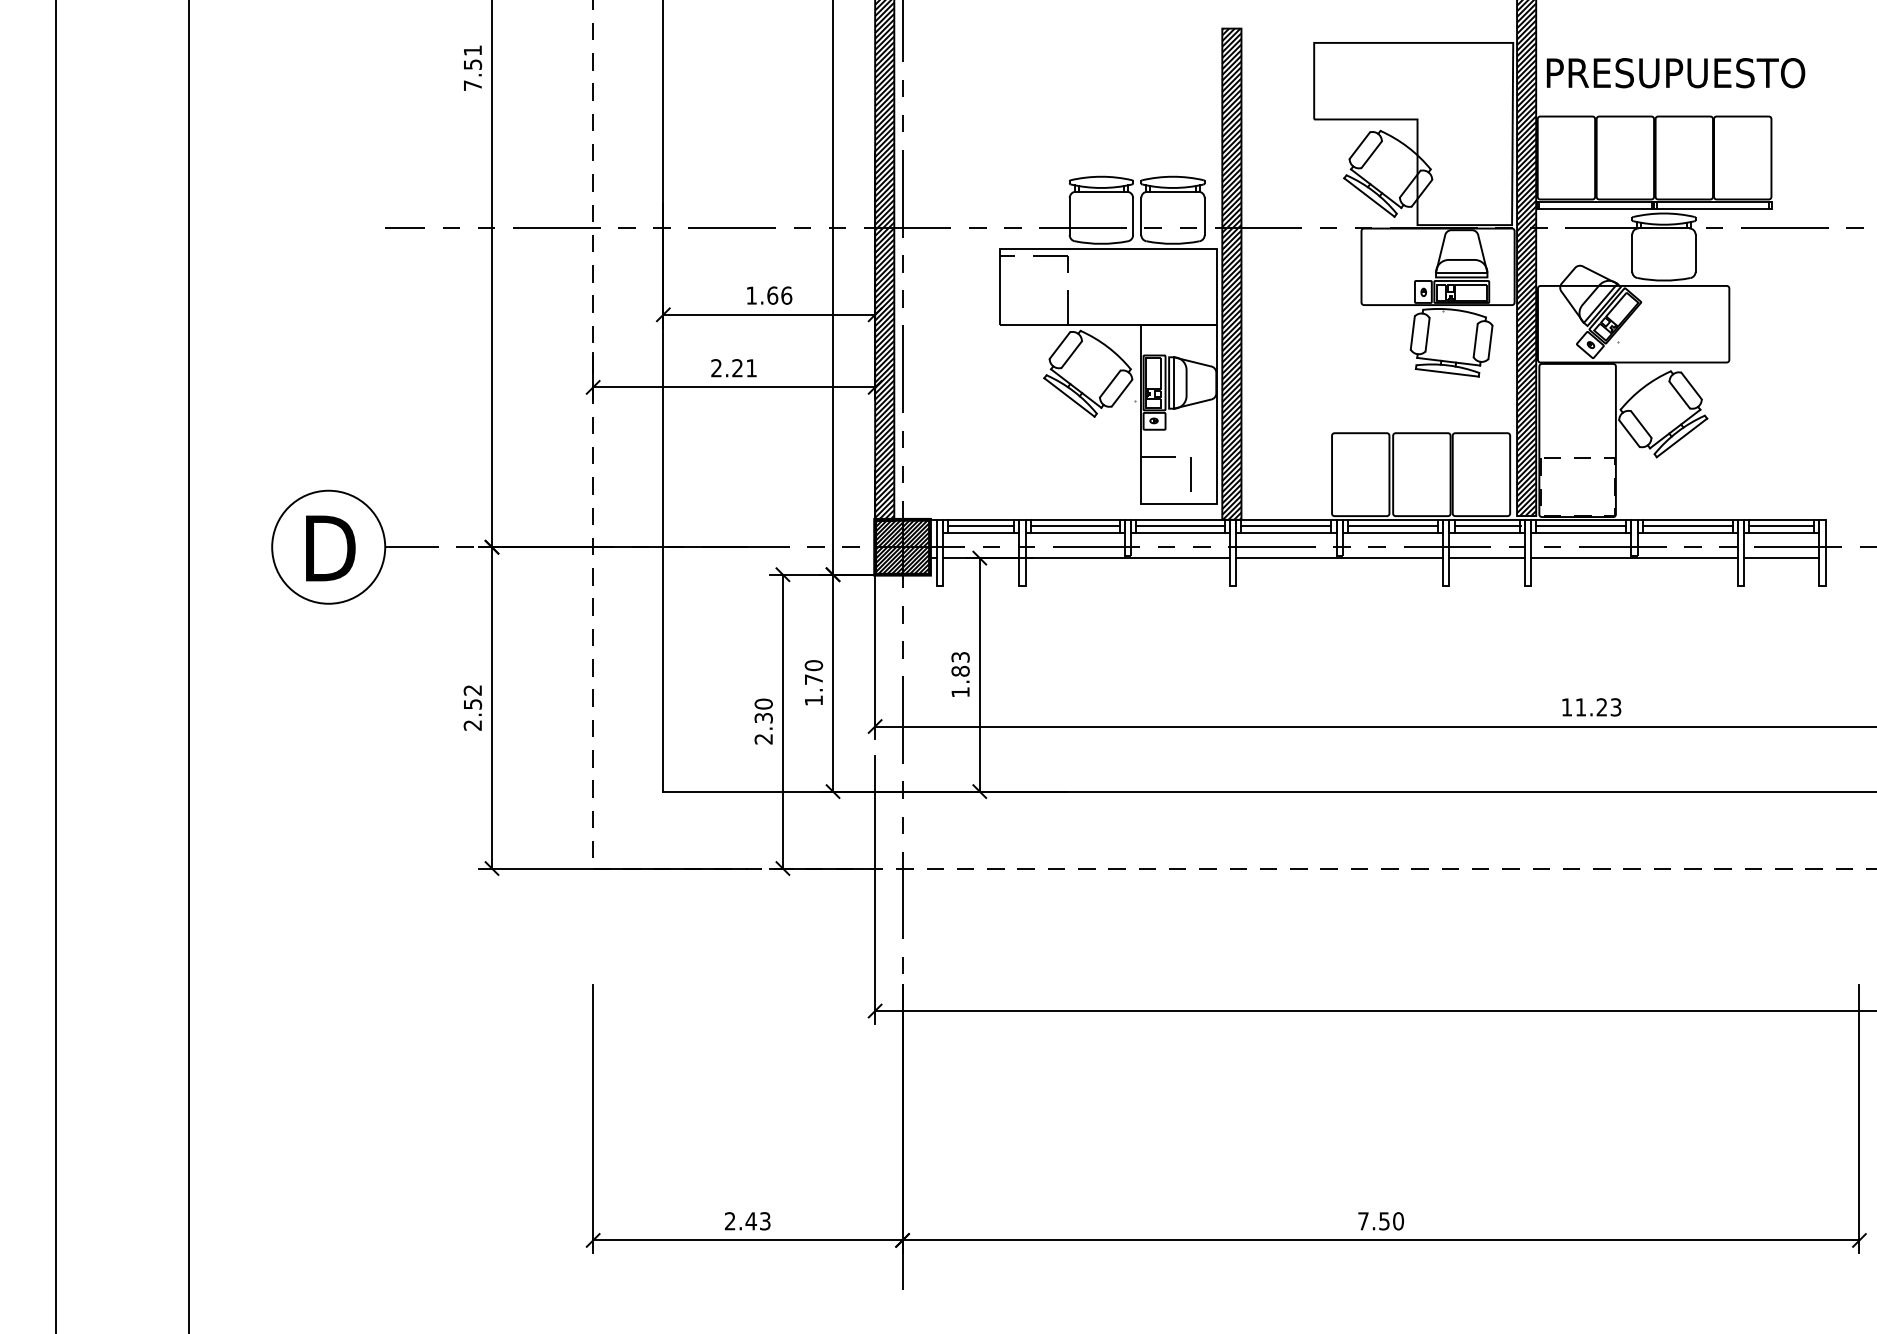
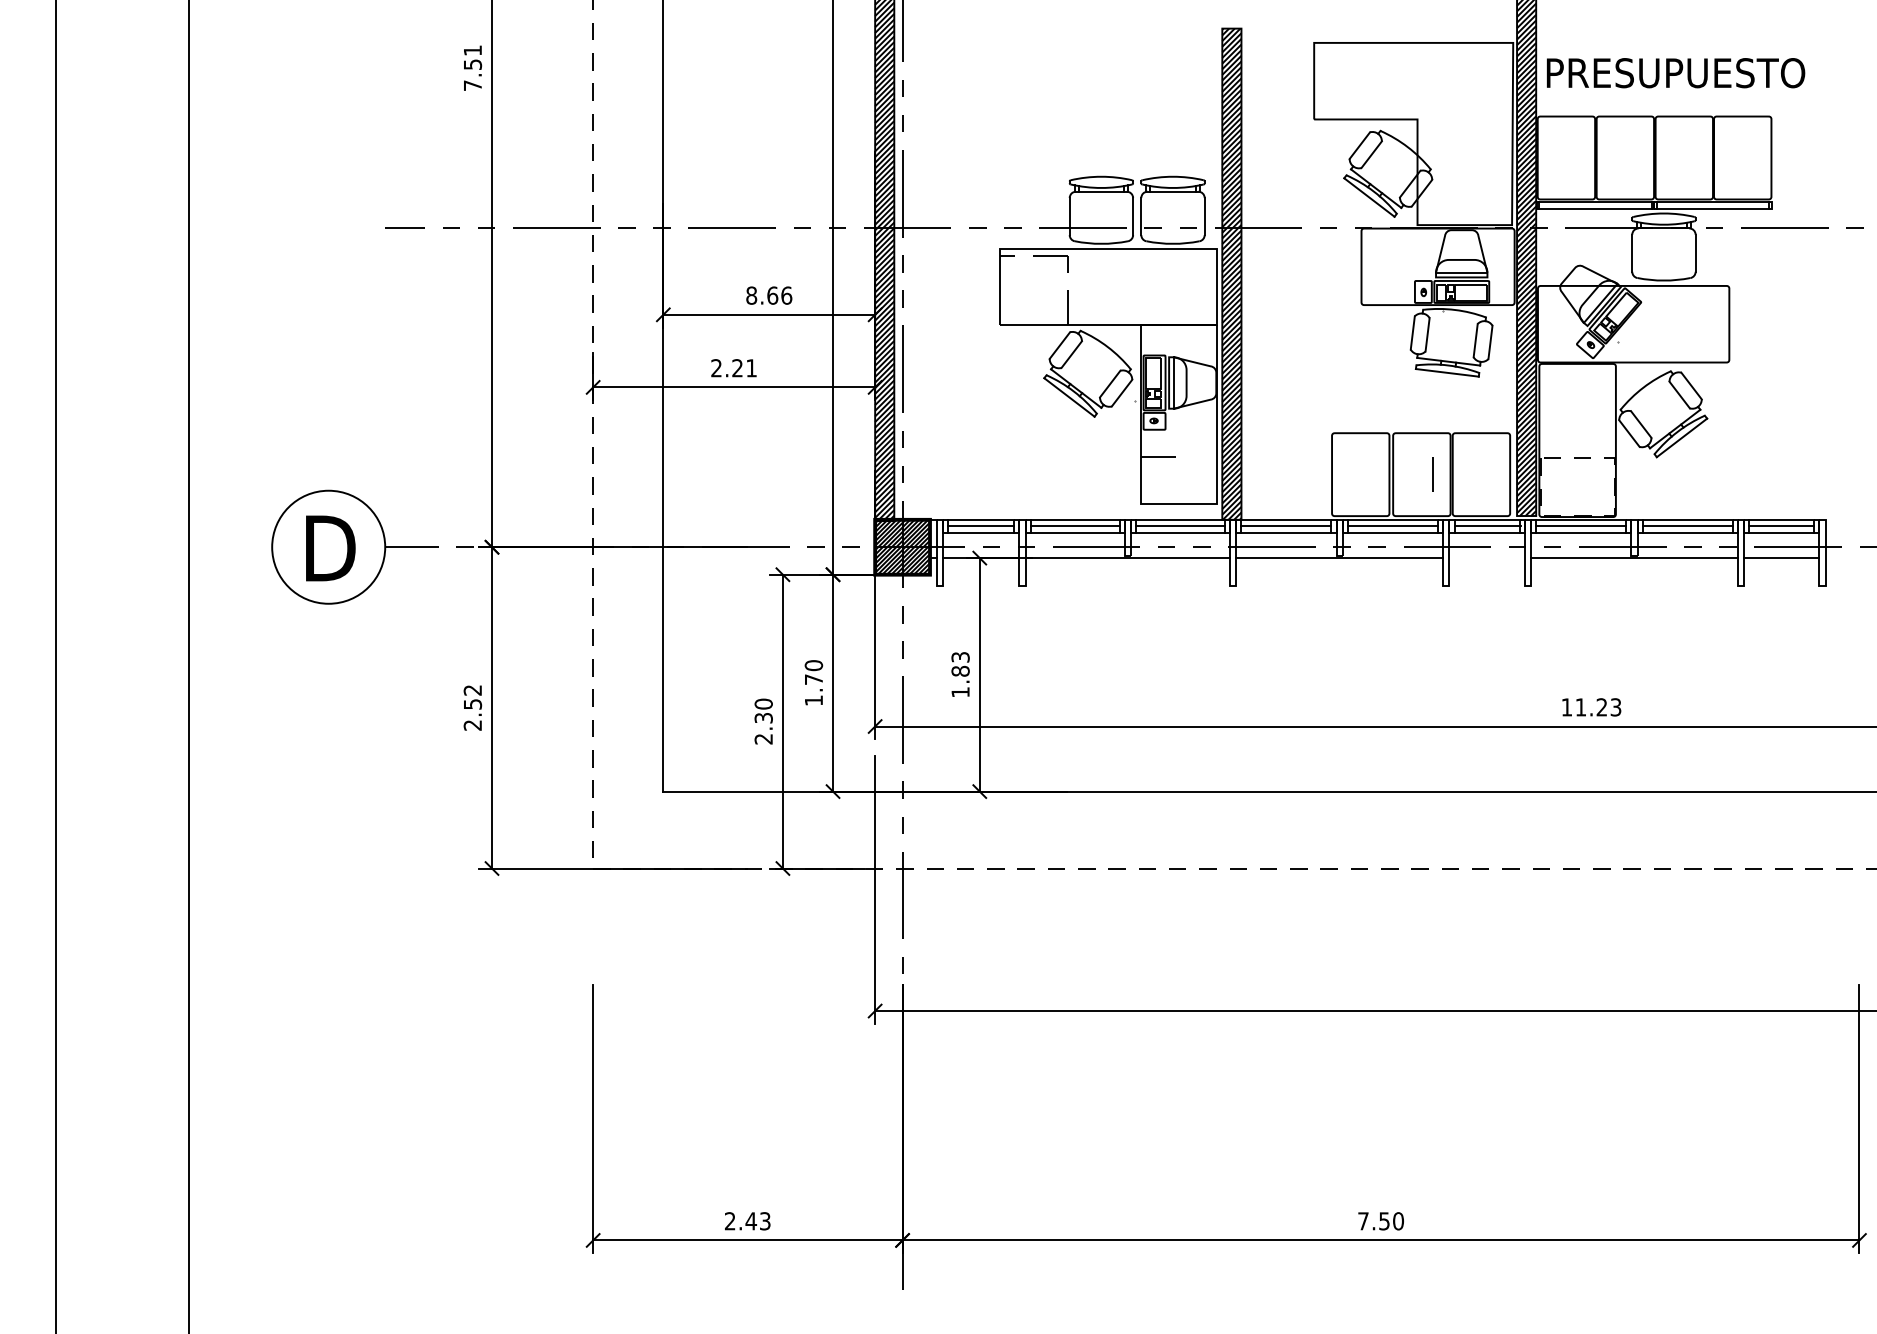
text at (751, 295): 1.66 -> 8.66
line at (1190, 474) position: (1190, 474) -> (1432, 474)
line at (1486, 558): present -> none
